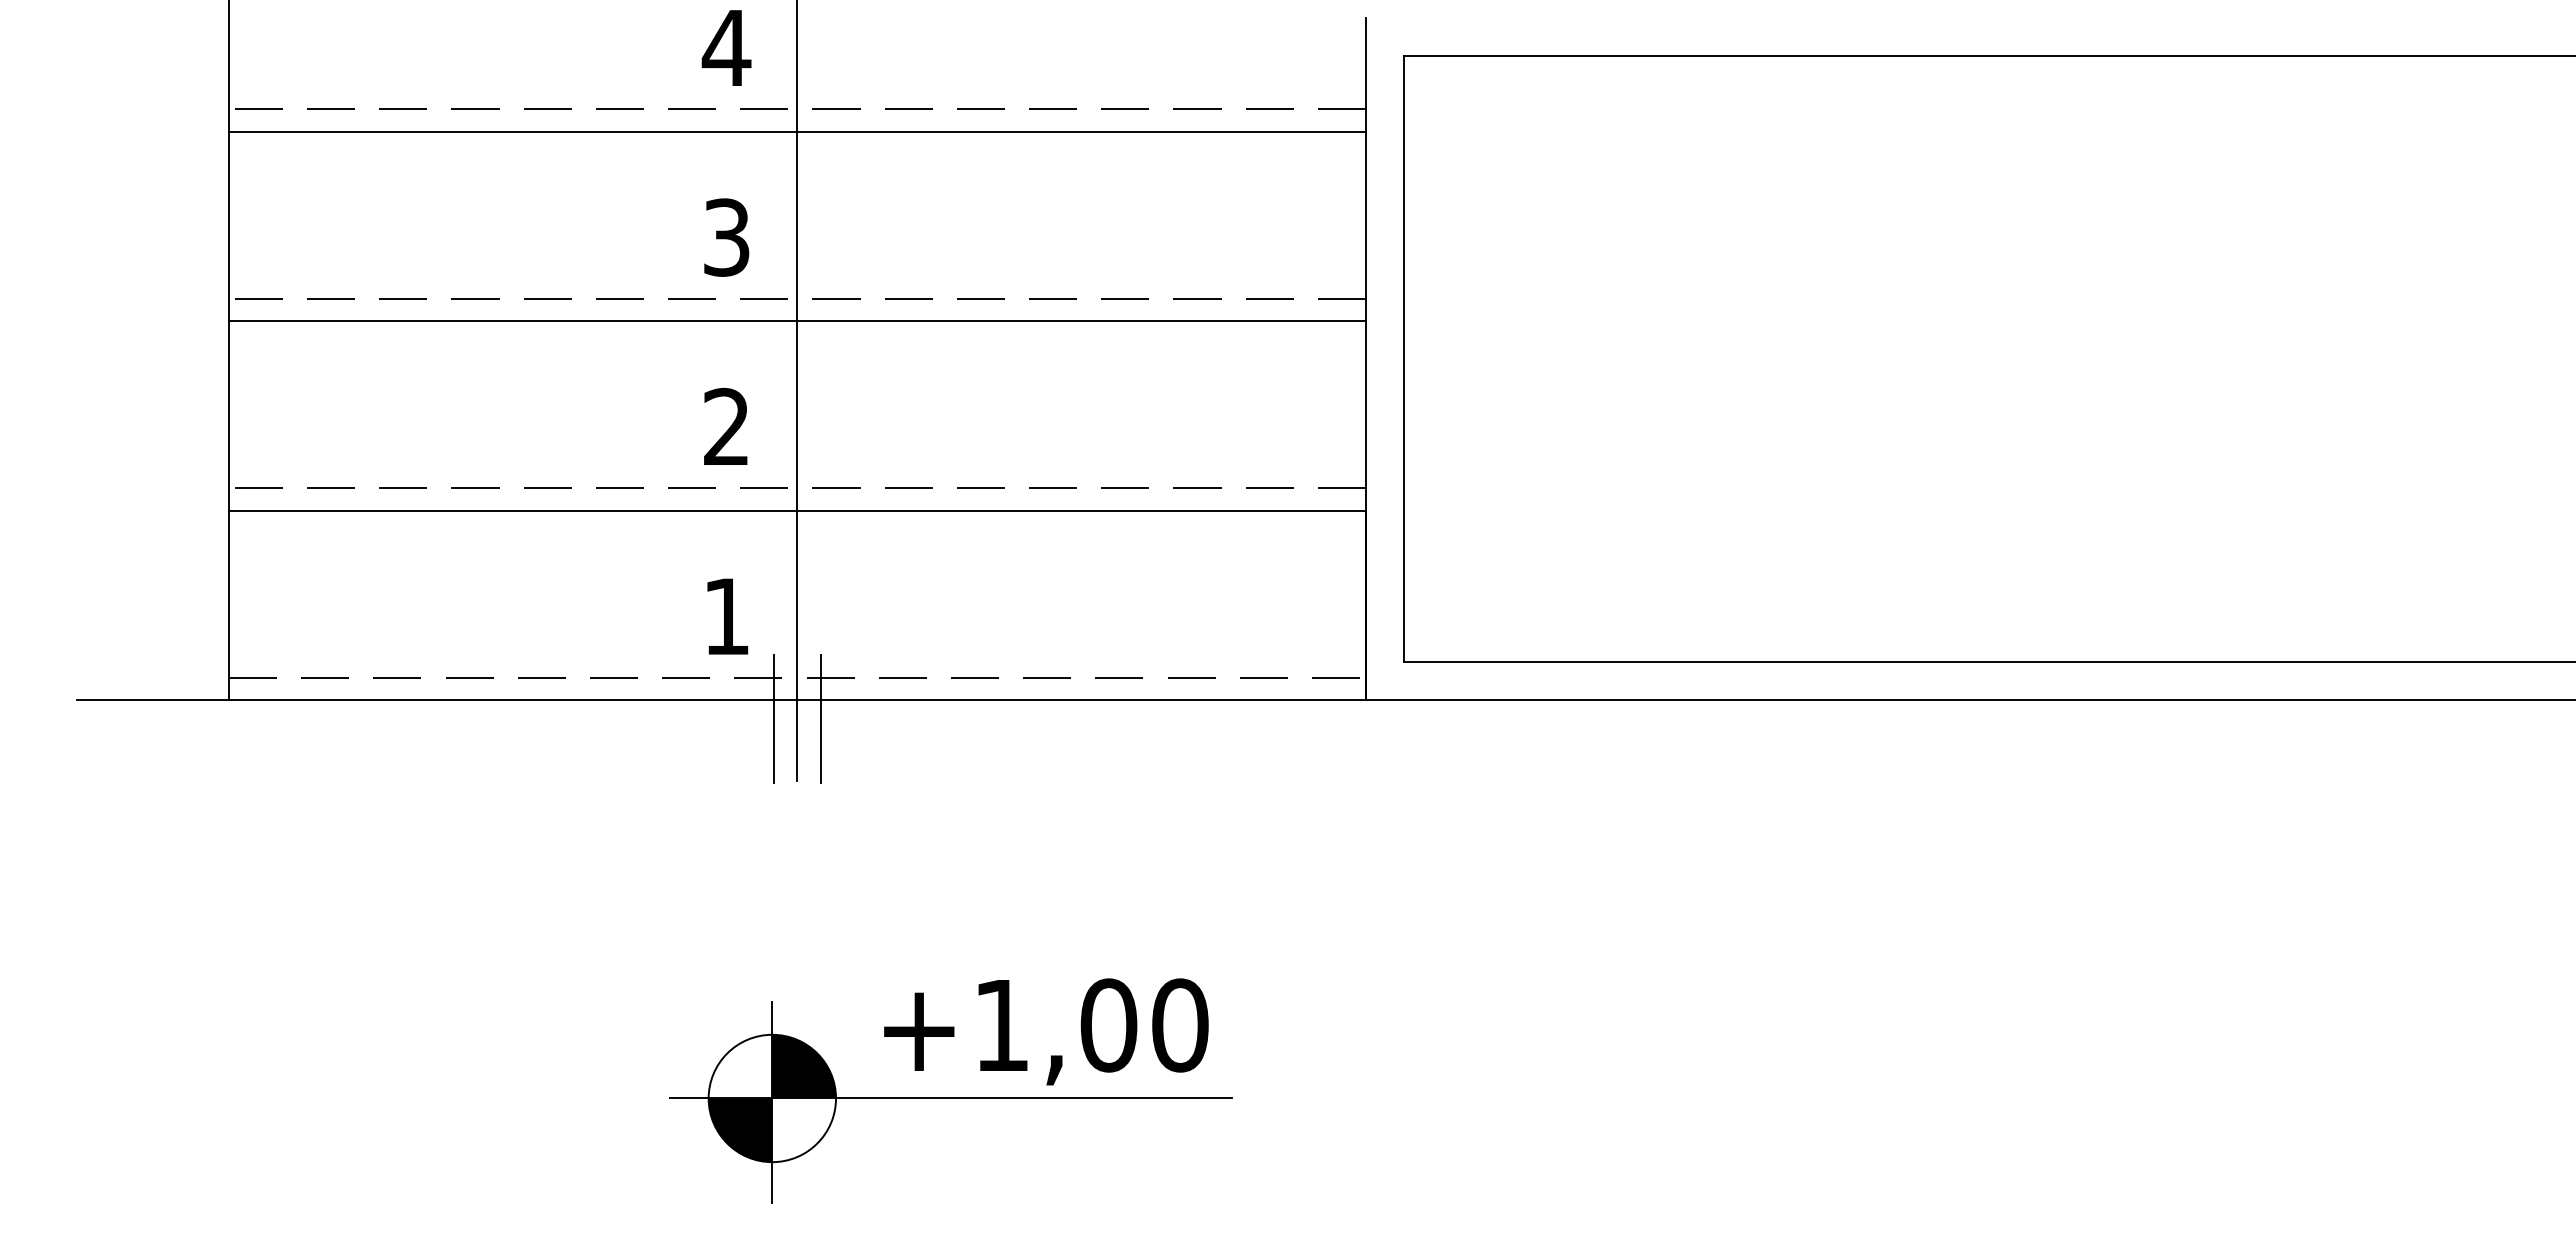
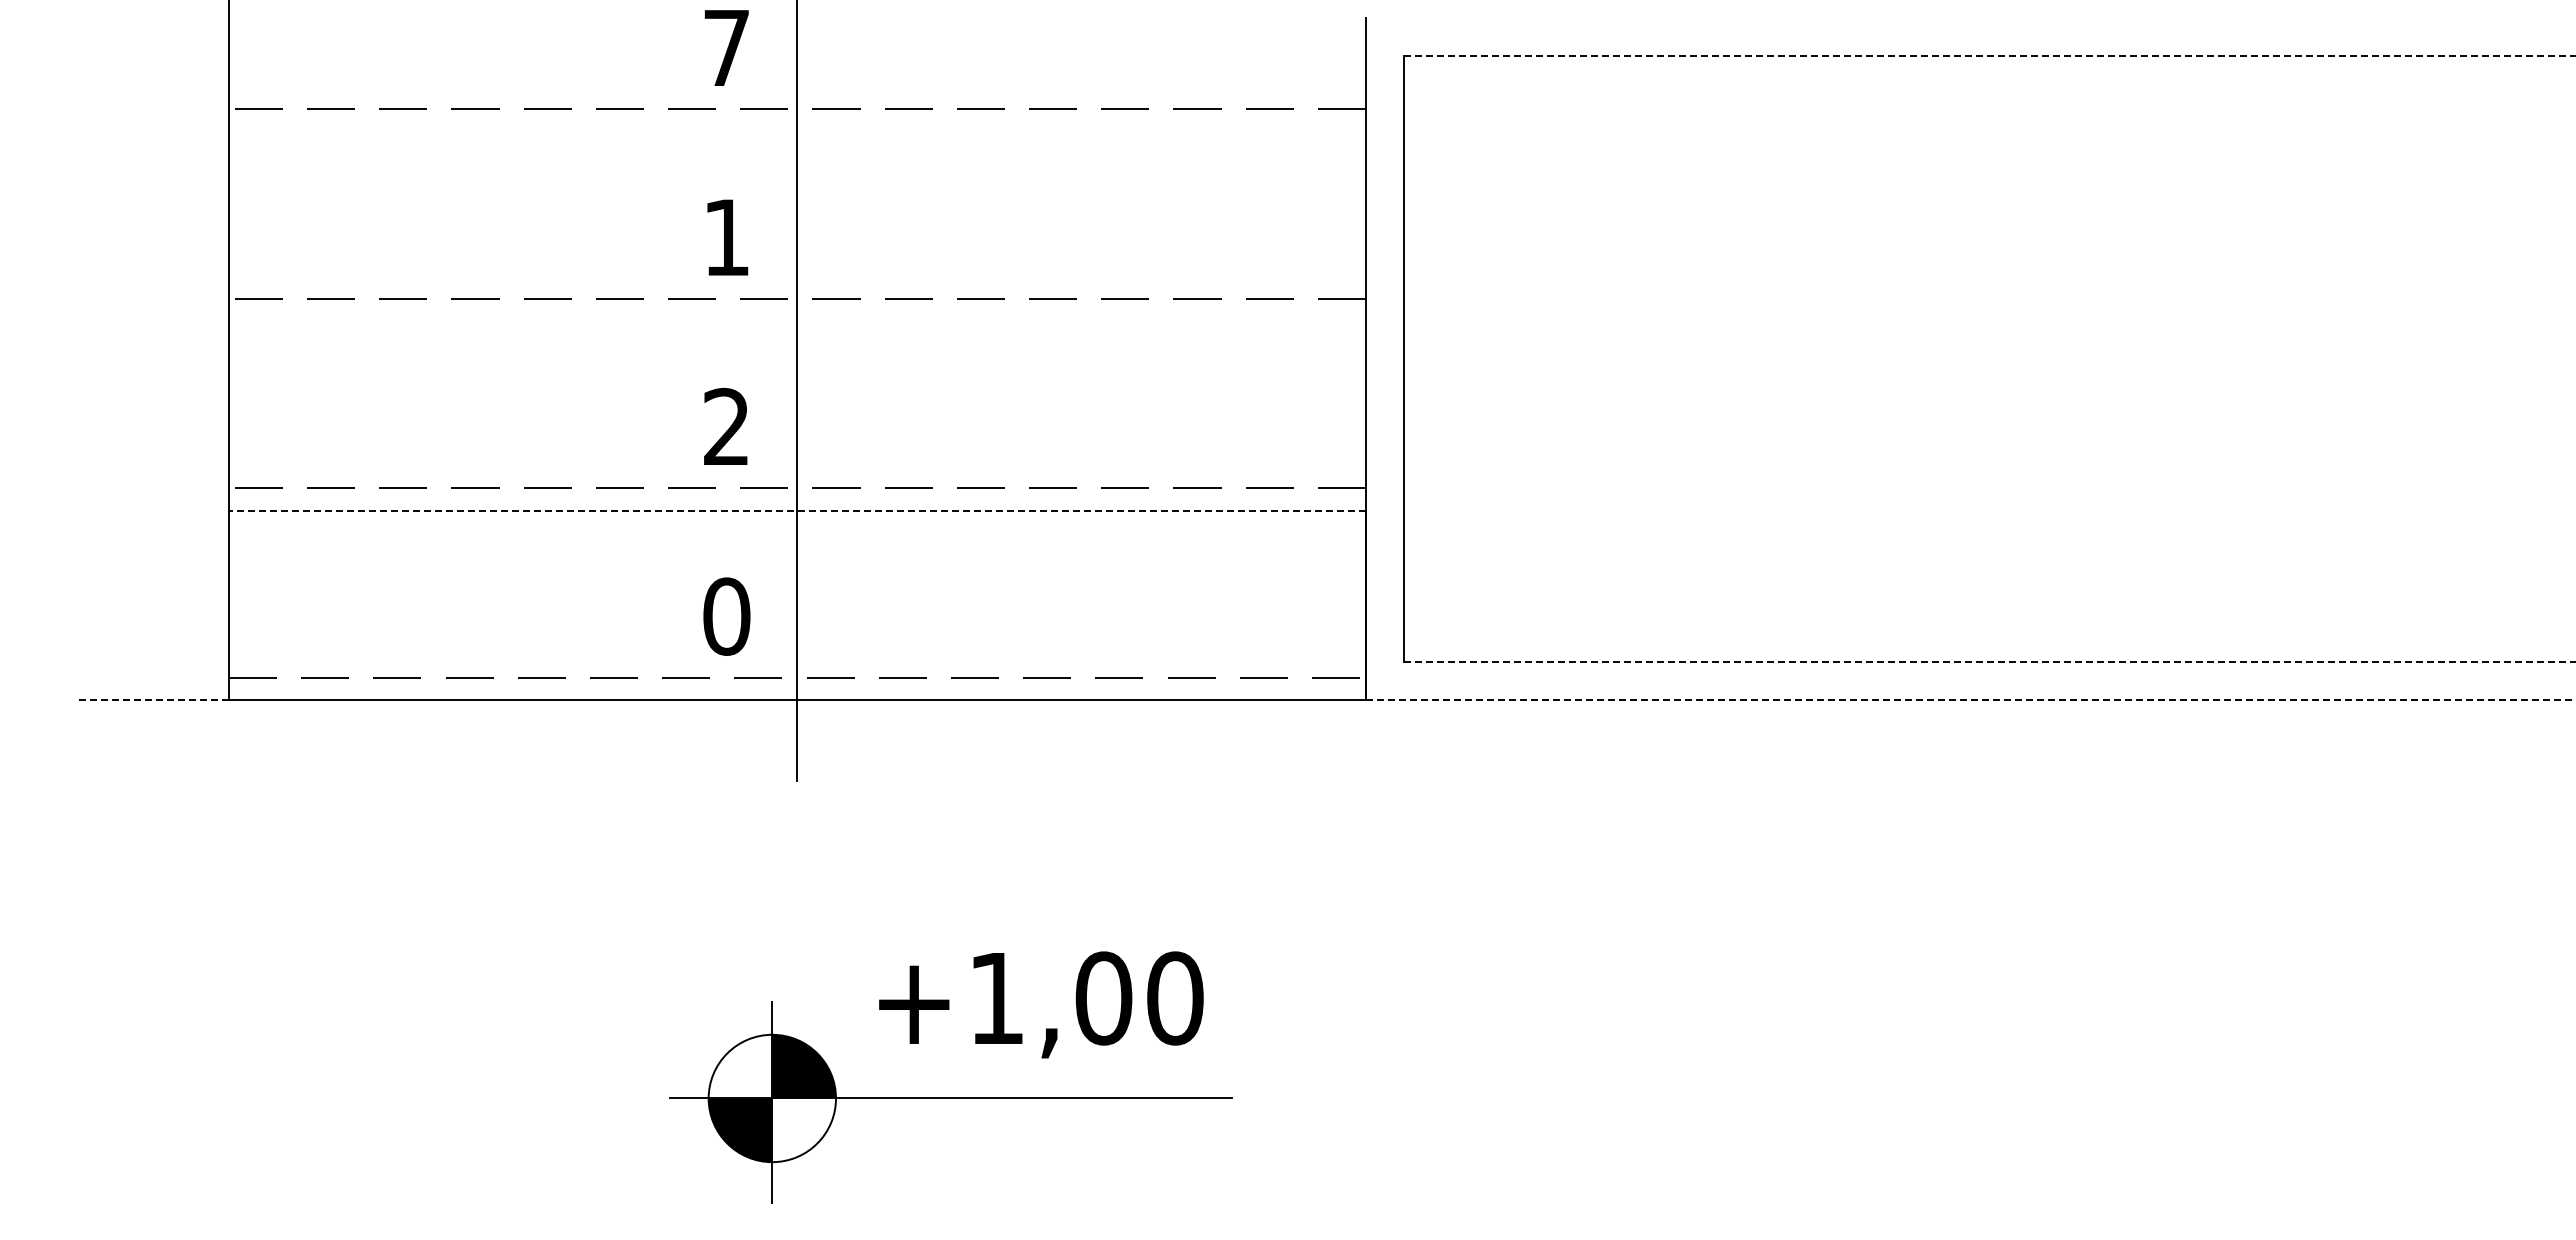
text at (726, 47): 4 -> 7
line at (1989, 55): solid -> dashed
line at (796, 131): present -> none
text at (726, 237): 3 -> 1
line at (796, 321): present -> none
line at (797, 510): solid -> dashed
text at (726, 616): 1 -> 0
line at (1989, 662): solid -> dashed
line at (153, 700): solid -> dashed
line at (1970, 700): solid -> dashed
line at (773, 718): present -> none
line at (820, 718): present -> none
text at (1046, 1031) position: (1046, 1031) -> (1041, 1004)
